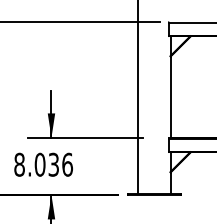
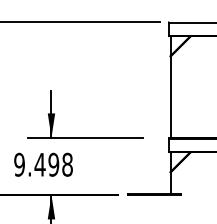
line at (138, 97): present -> none
text at (43, 164): 8.036 -> 9.498
